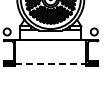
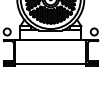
line at (51, 63): dashed -> solid
